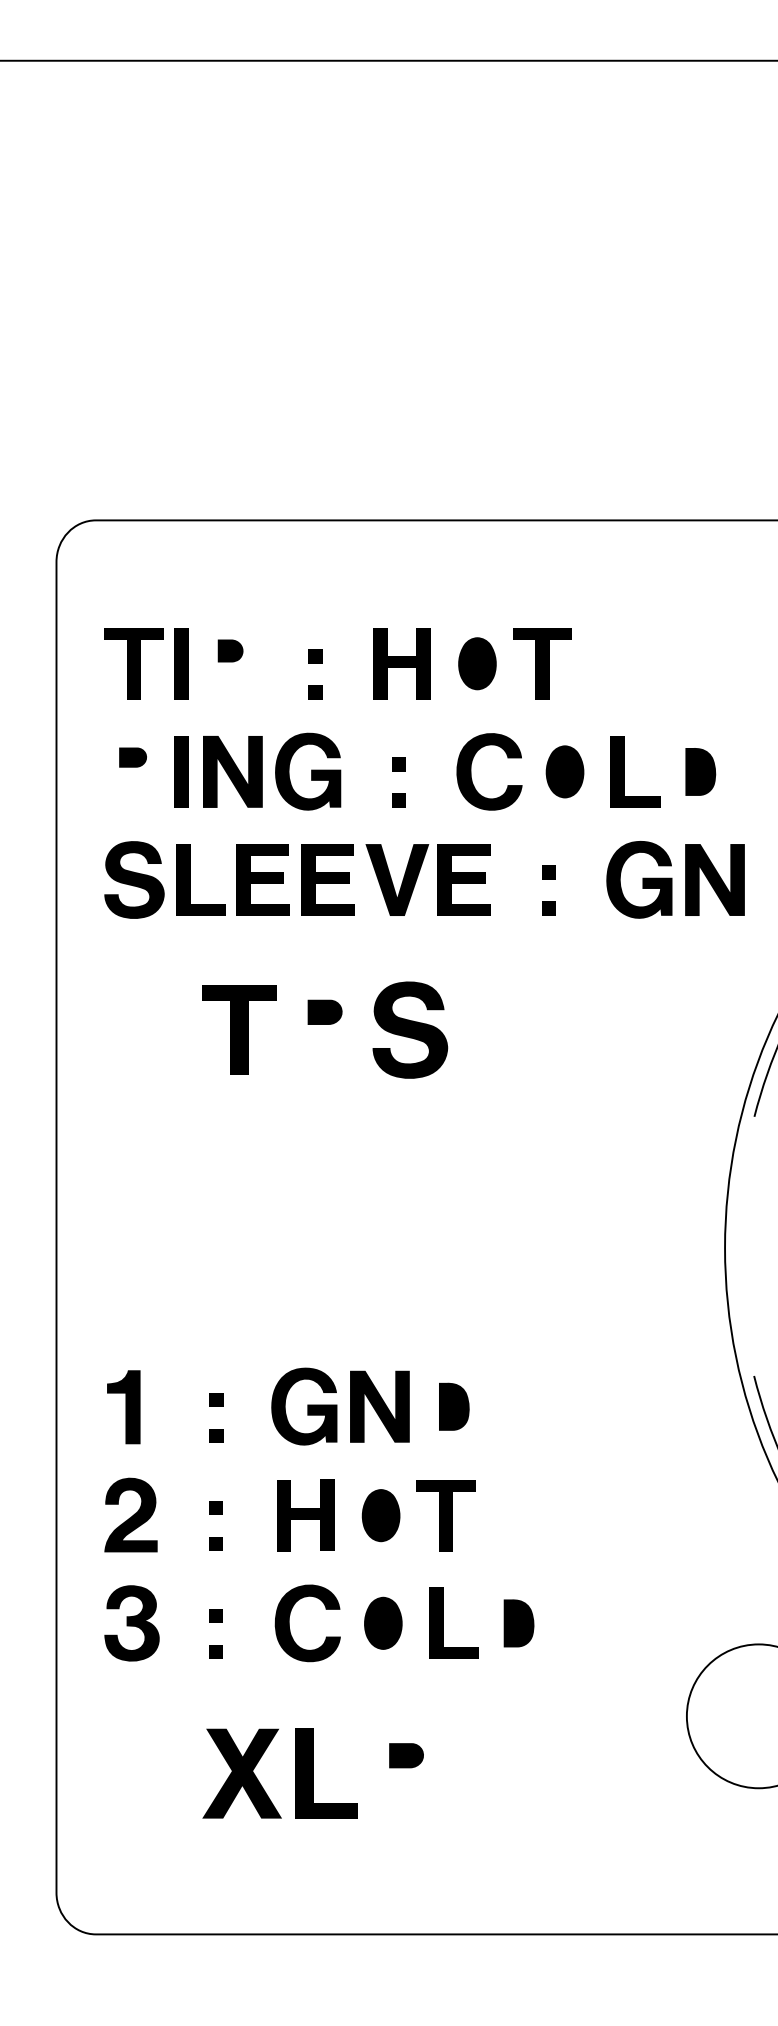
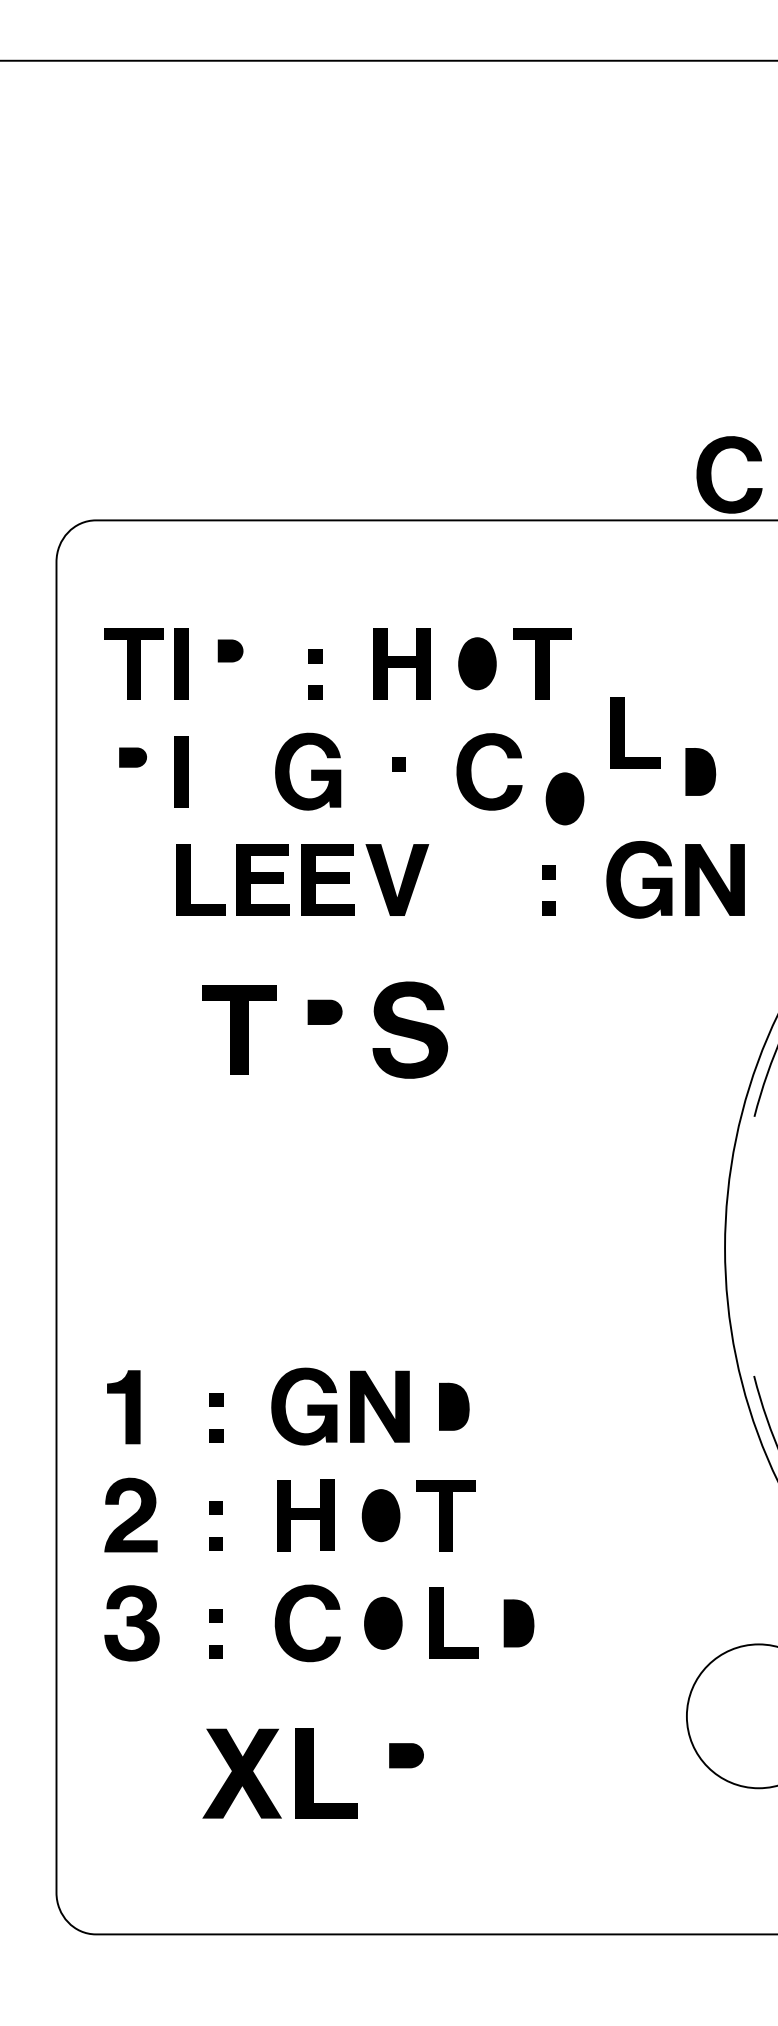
part at (711, 474): none -> present
fill at (232, 771): present -> none
part at (564, 771) position: (564, 771) -> (564, 798)
part at (624, 771) position: (624, 771) -> (624, 732)
fill at (398, 800): present -> none
part at (463, 879): present -> none
fill at (134, 880): present -> none
